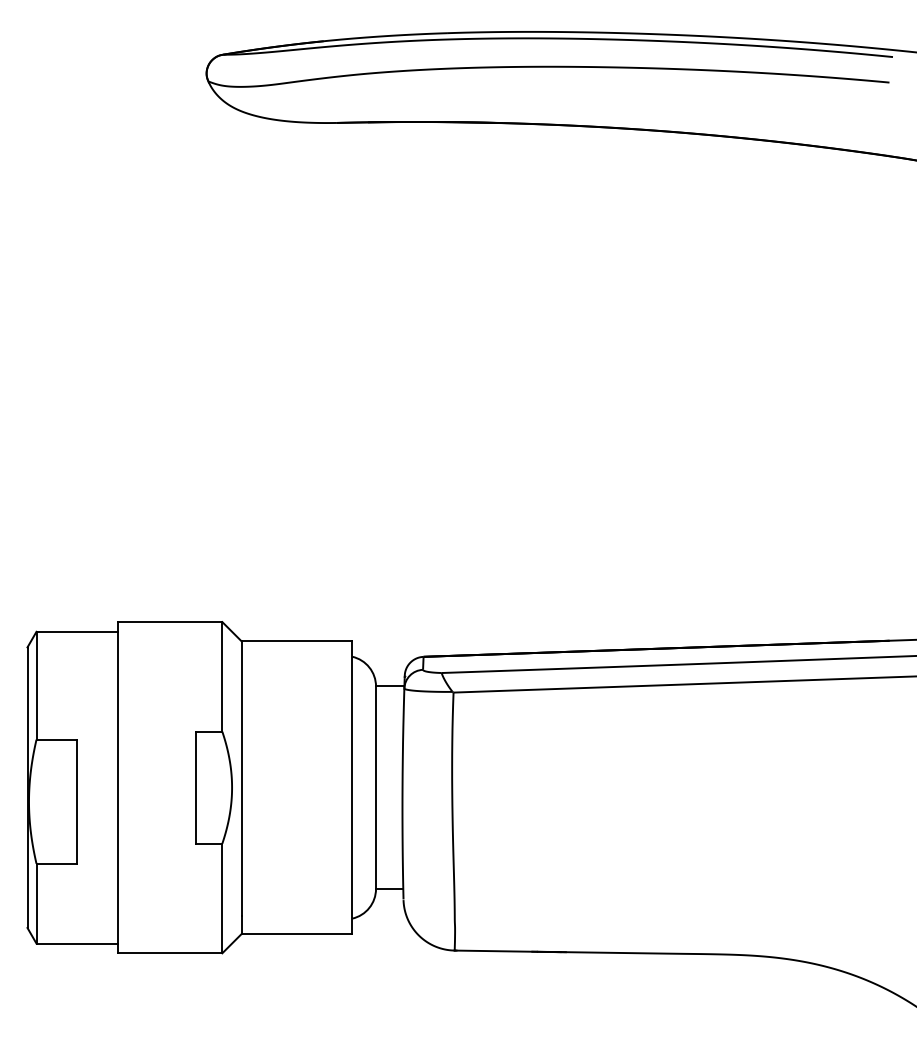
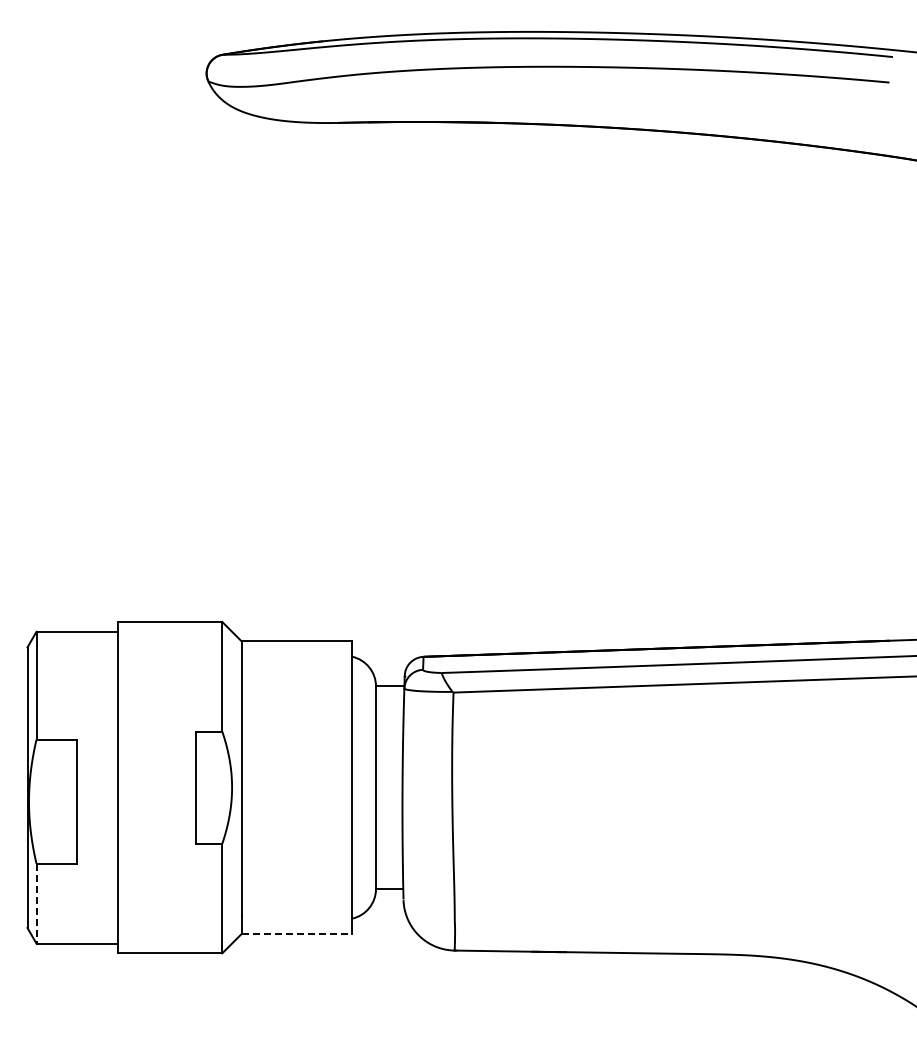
line at (36, 903): solid -> dashed
line at (297, 934): solid -> dashed
